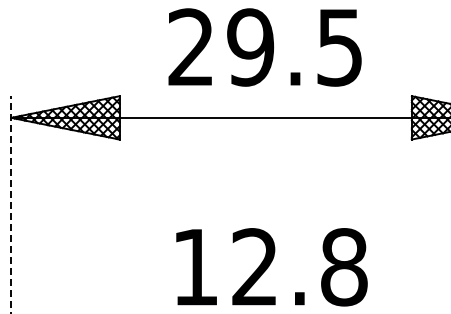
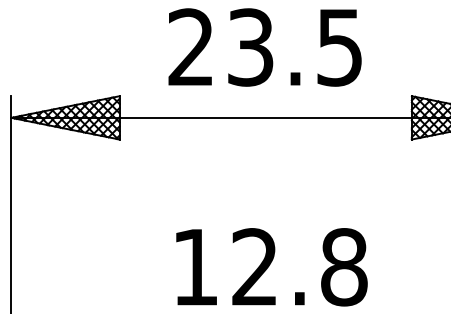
text at (250, 47): 29.5 -> 23.5
line at (11, 204): dashed -> solid
